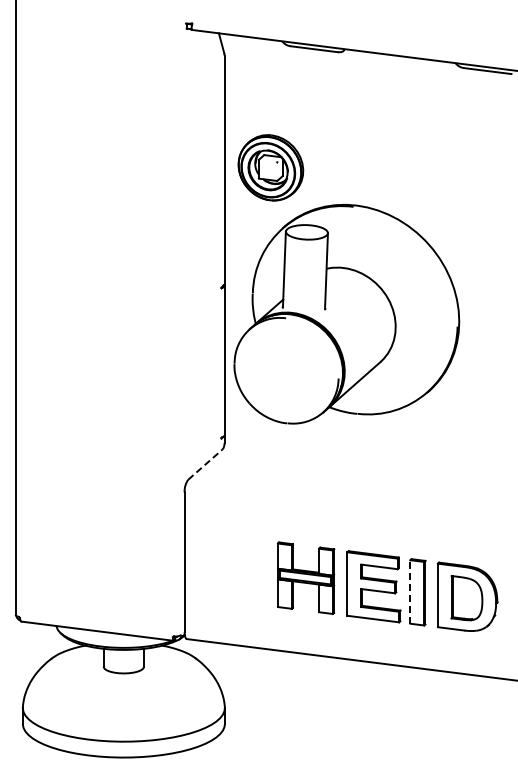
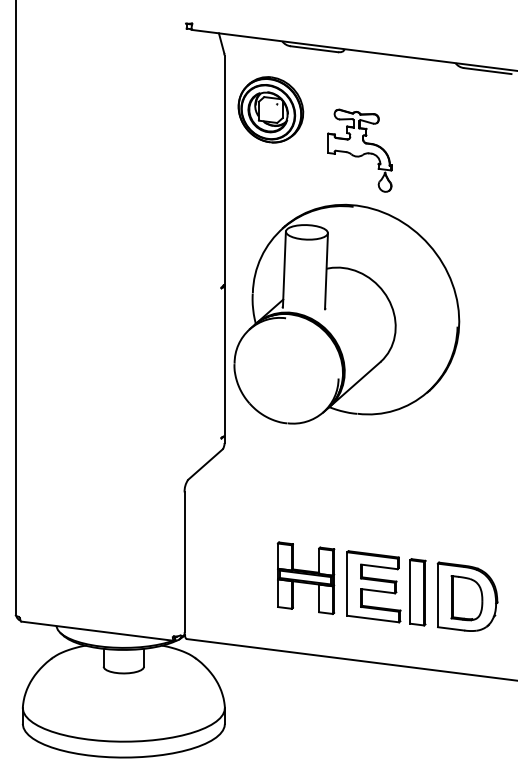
part at (359, 150): none -> present
part at (270, 167) position: (270, 167) -> (270, 109)
line at (205, 464): dashed -> solid
line at (410, 591): dashed -> solid
